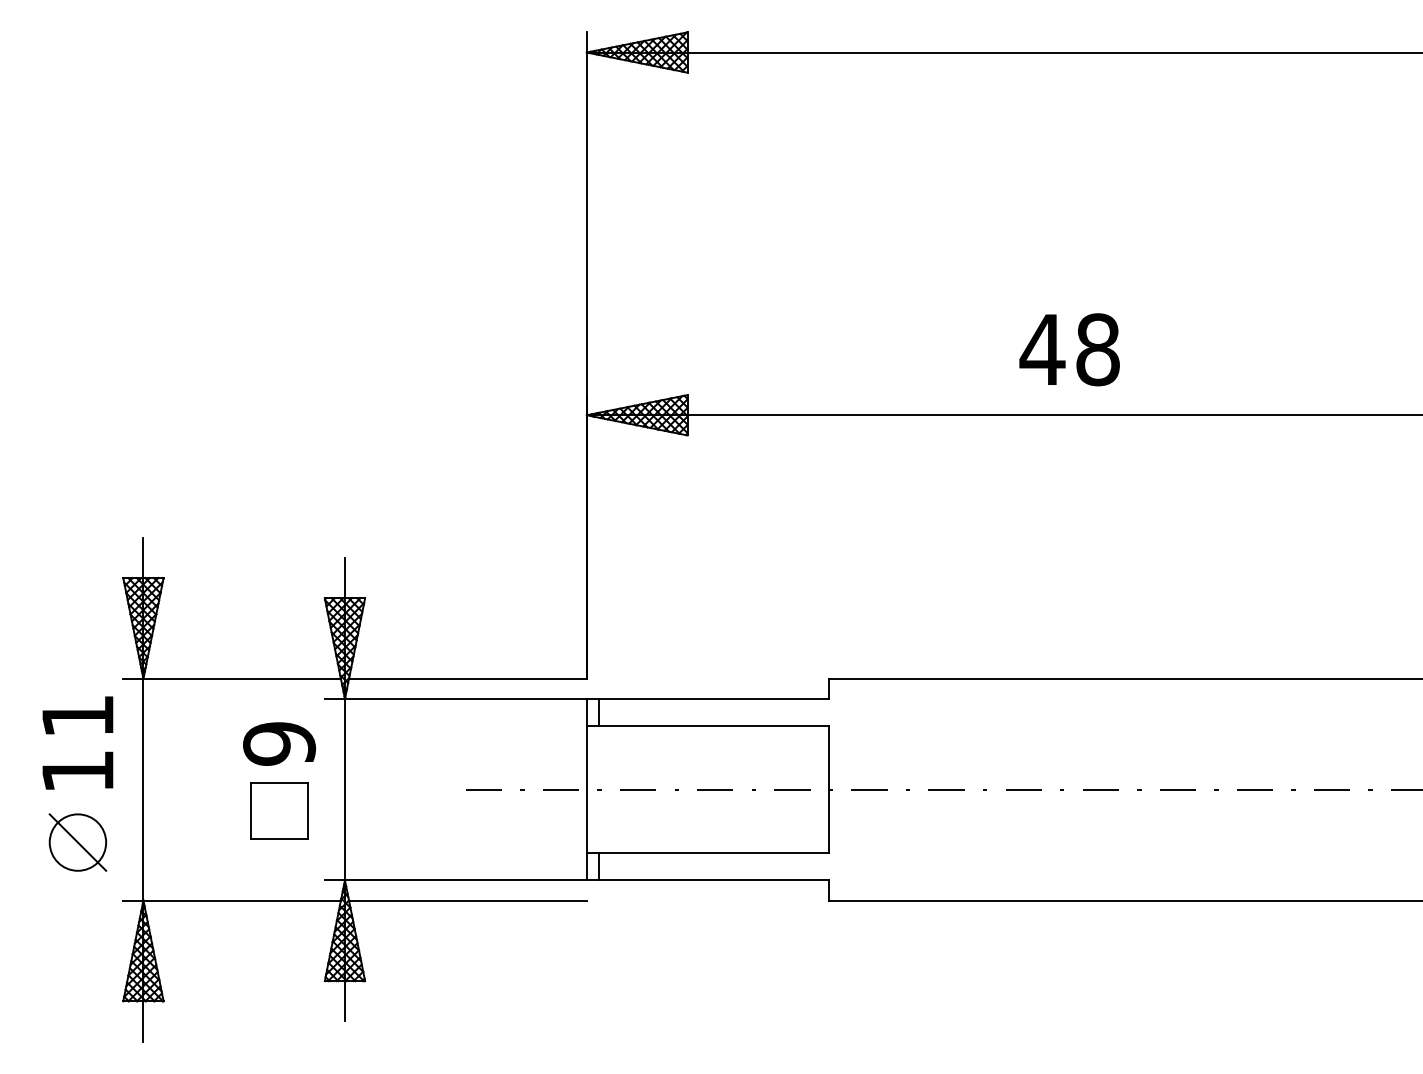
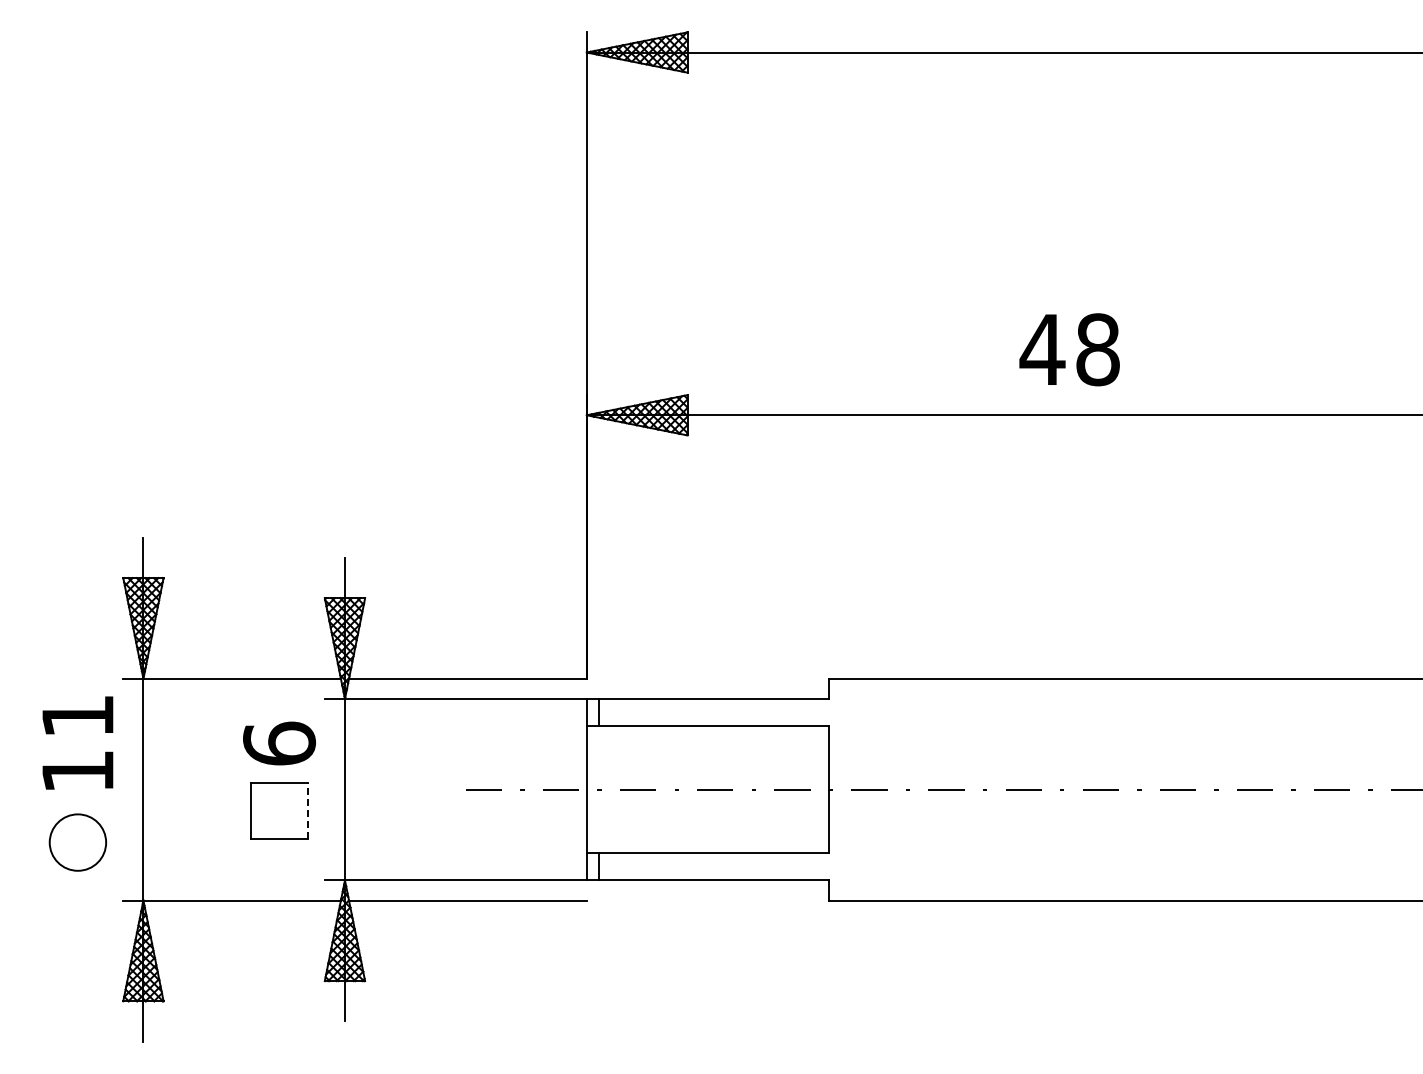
text at (279, 743): 9 -> 6
line at (307, 810): solid -> dashed
line at (77, 842): present -> none
